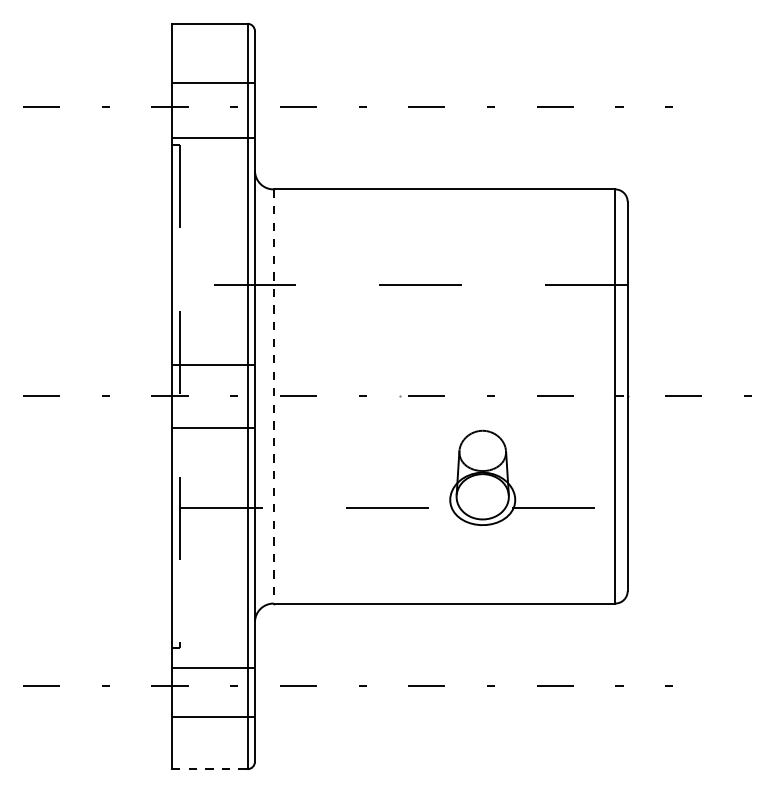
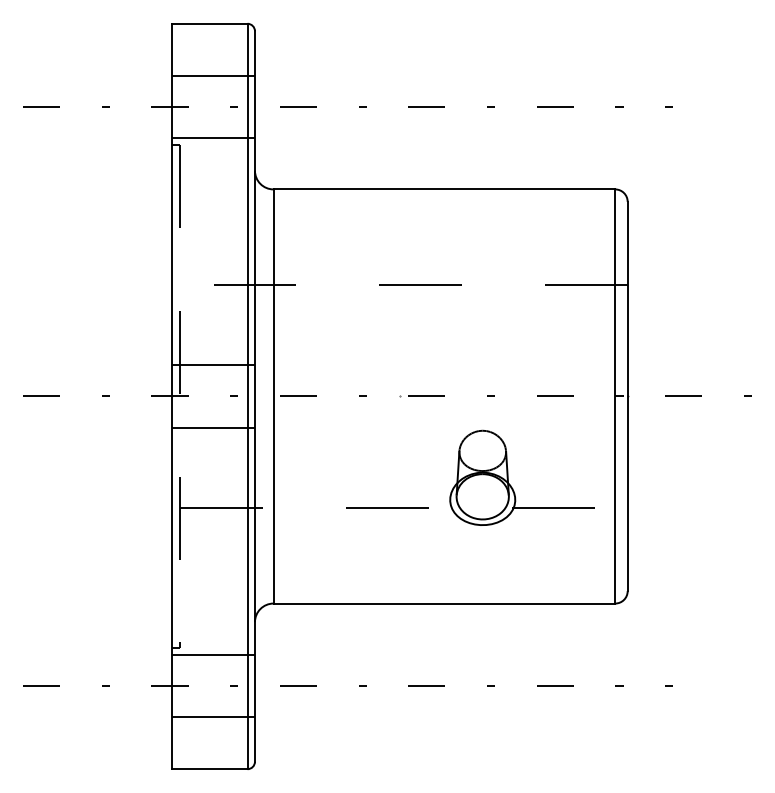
line at (213, 82) position: (213, 82) -> (213, 75)
line at (273, 396): dashed -> solid
line at (213, 668) position: (213, 668) -> (213, 655)
line at (209, 769): dashed -> solid
